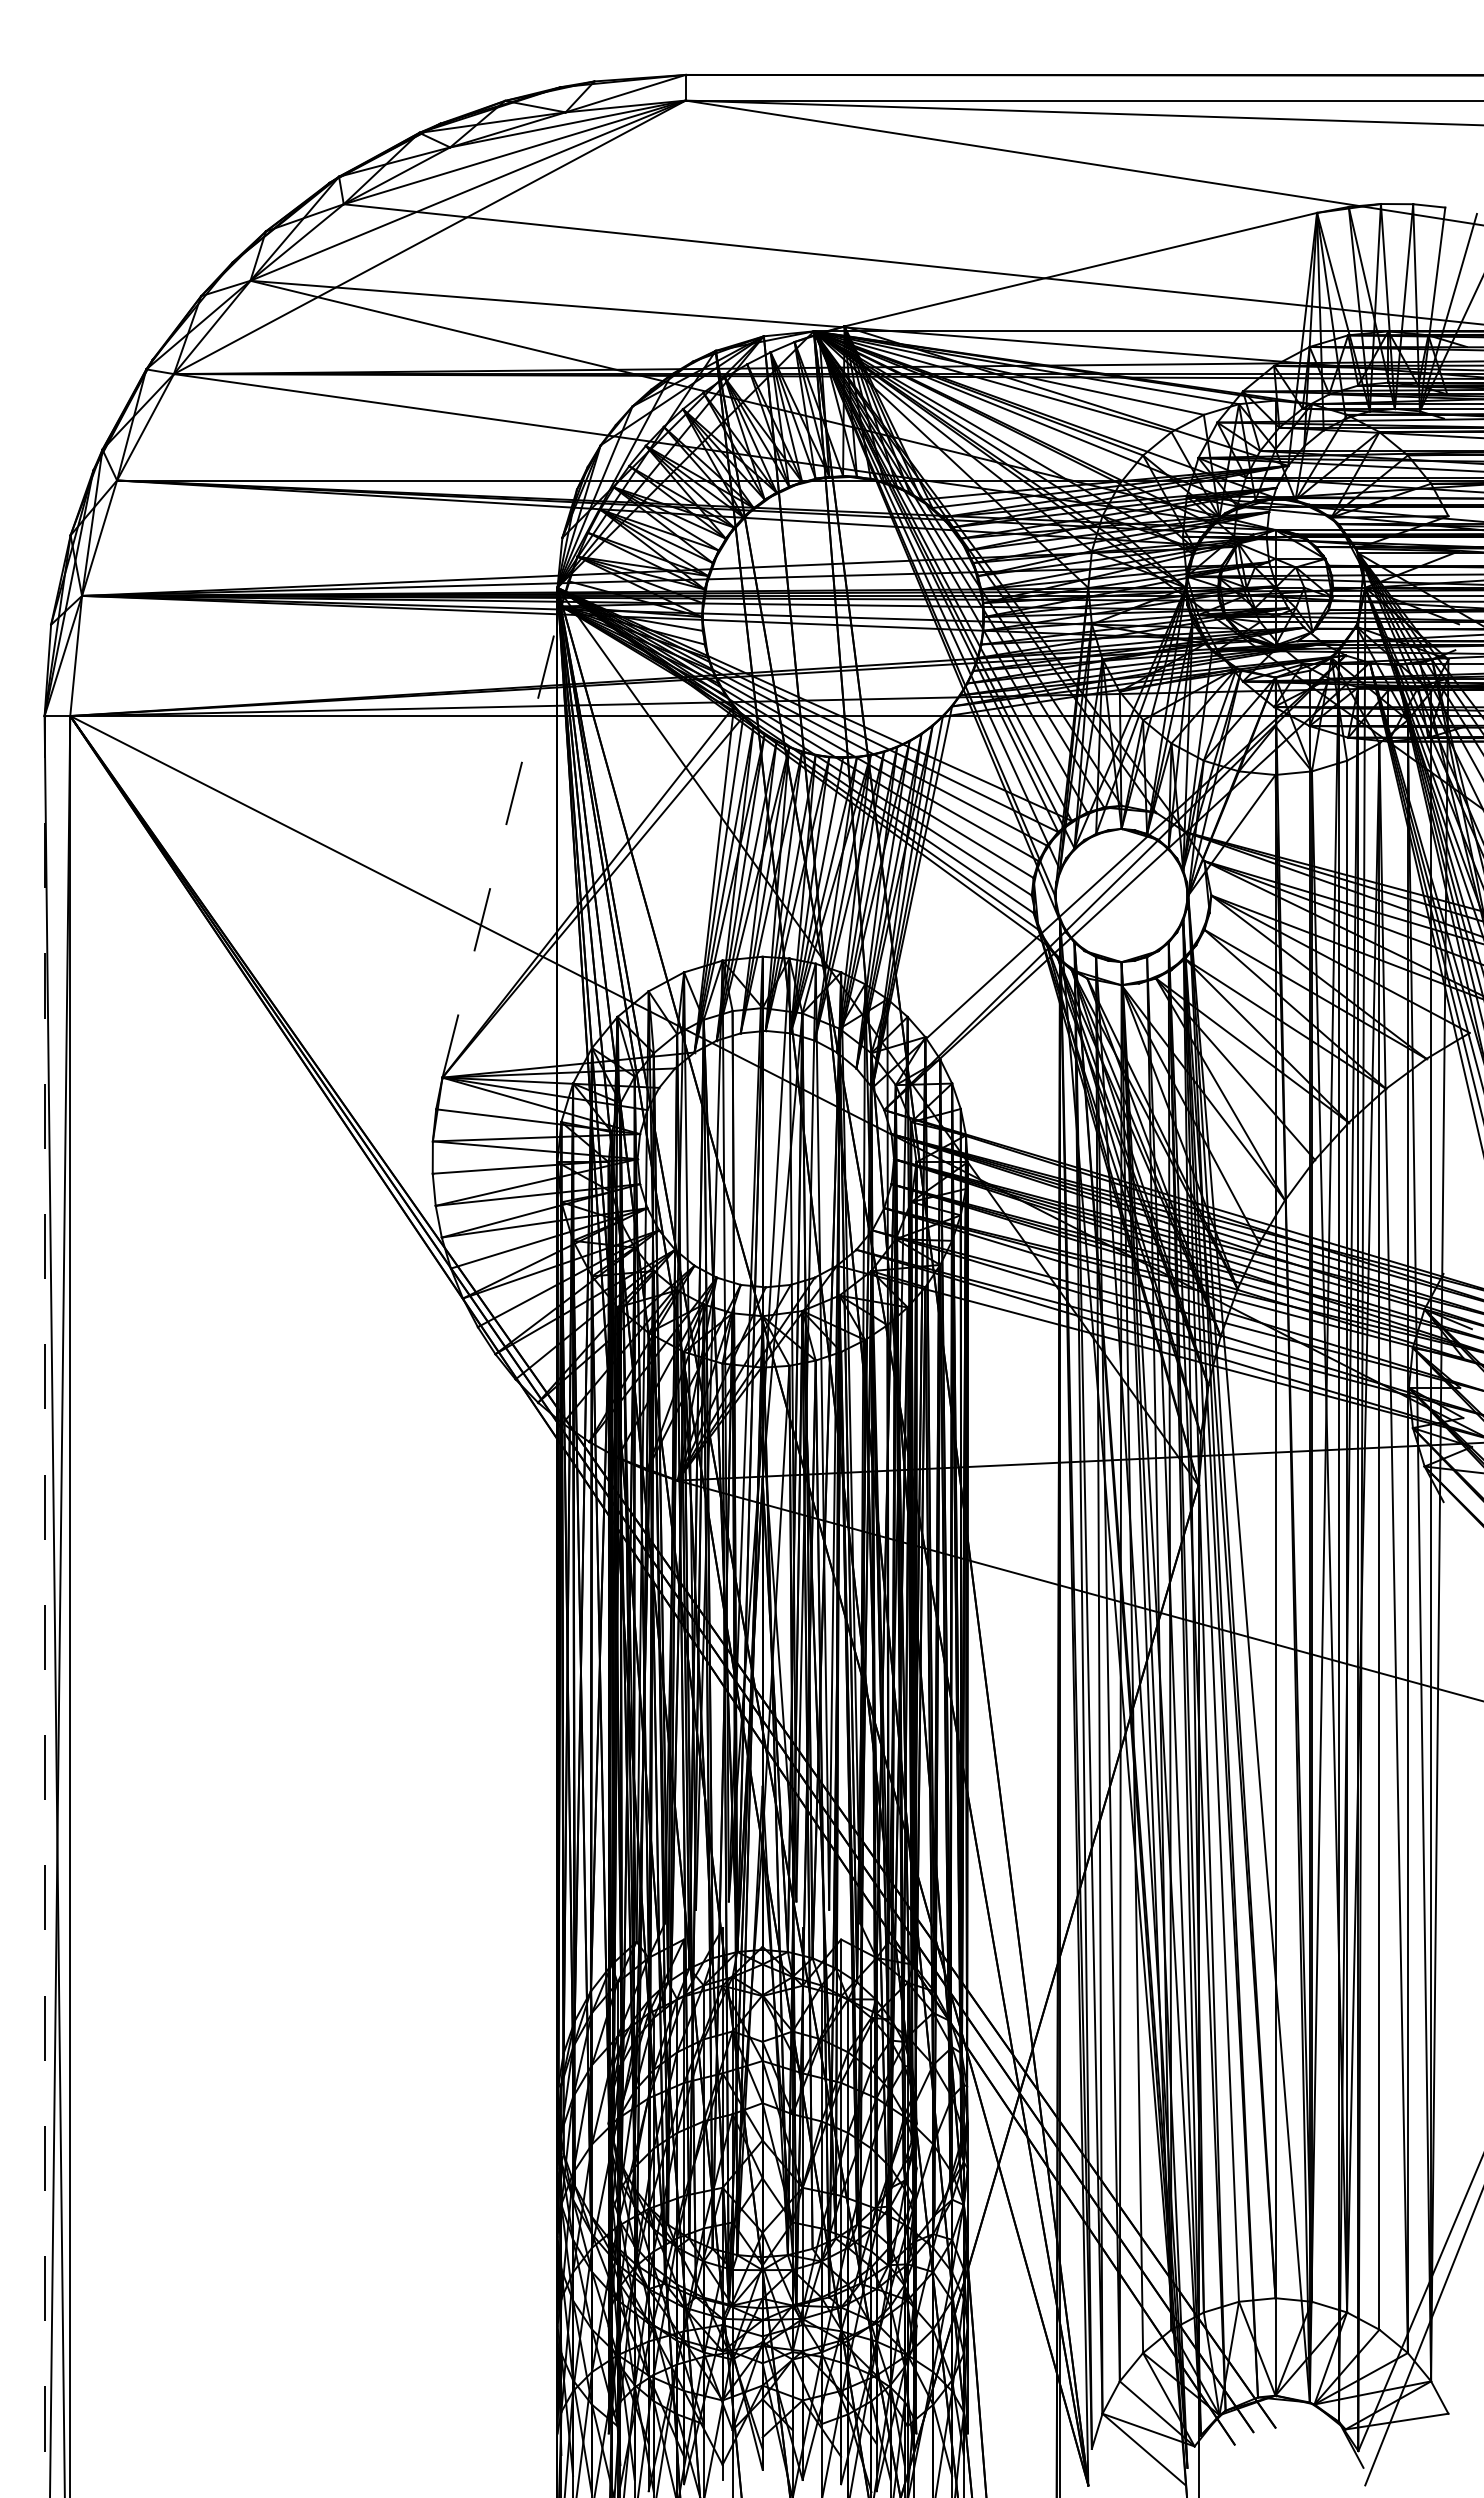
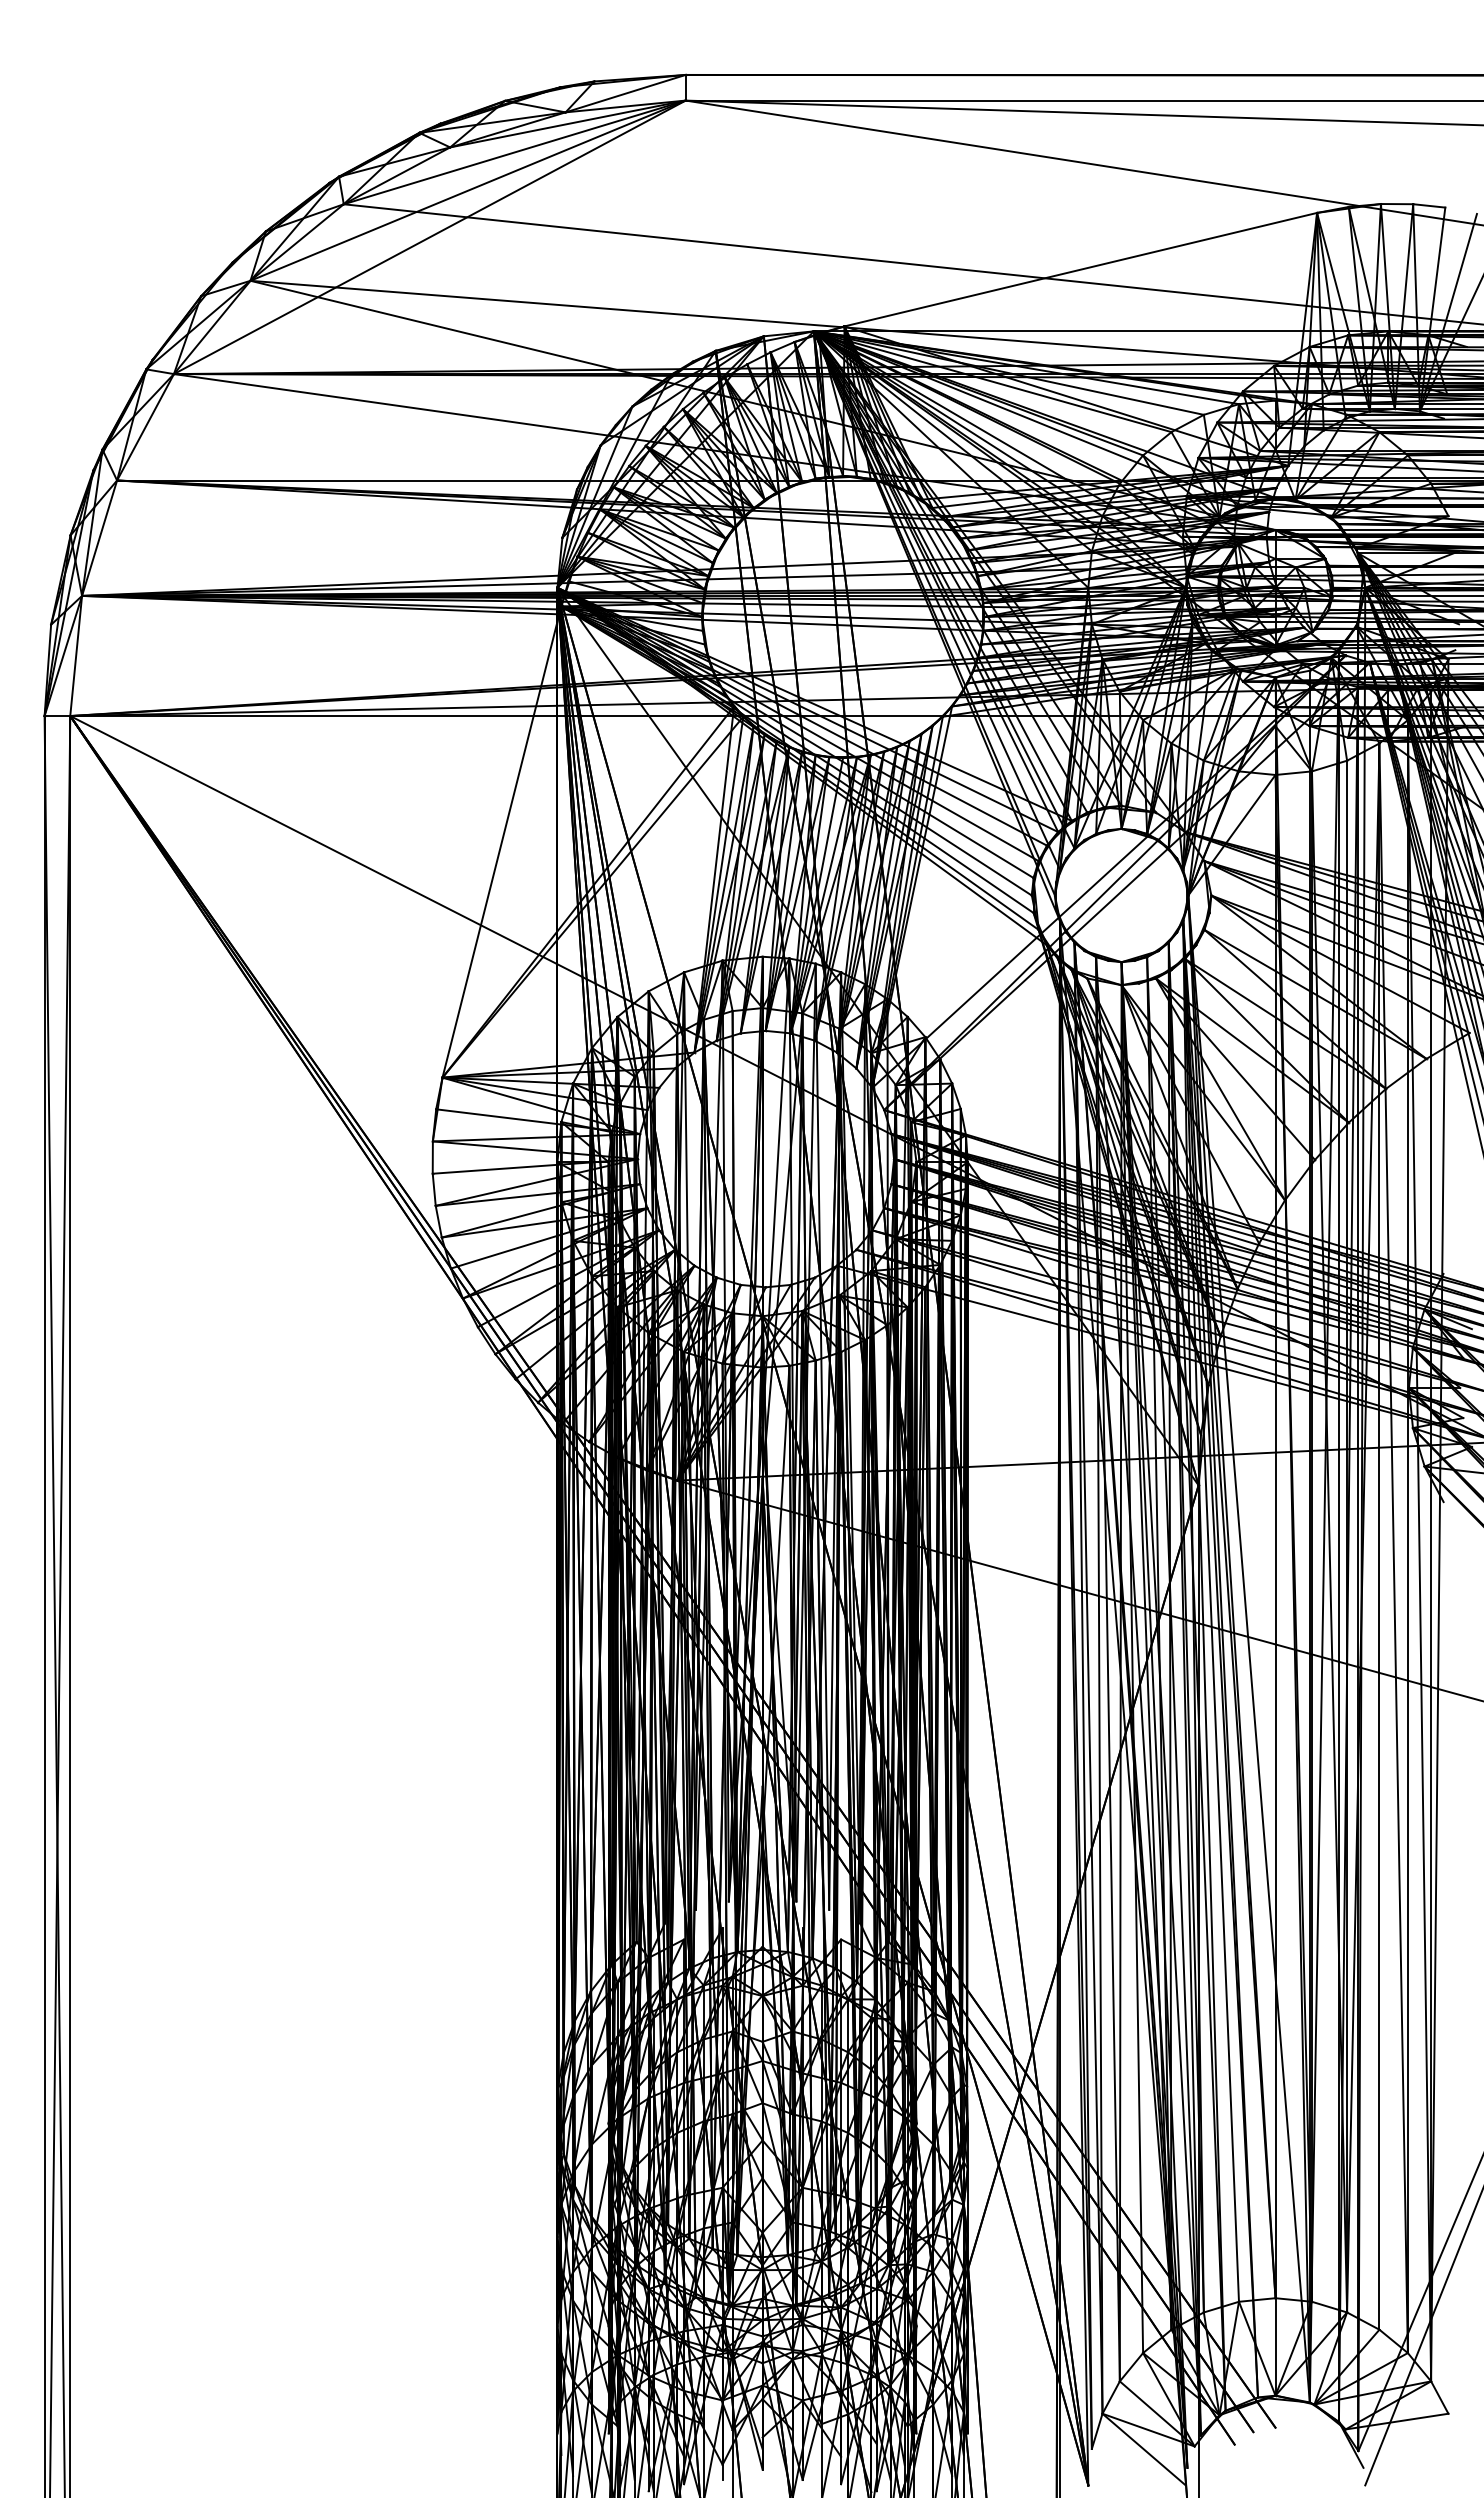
line at (501, 842): dashed -> solid
line at (44, 1606): dashed -> solid
